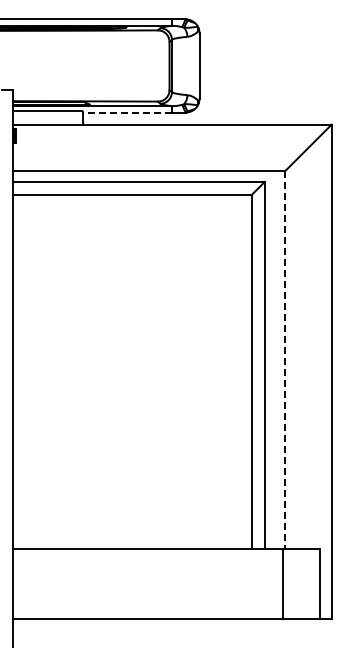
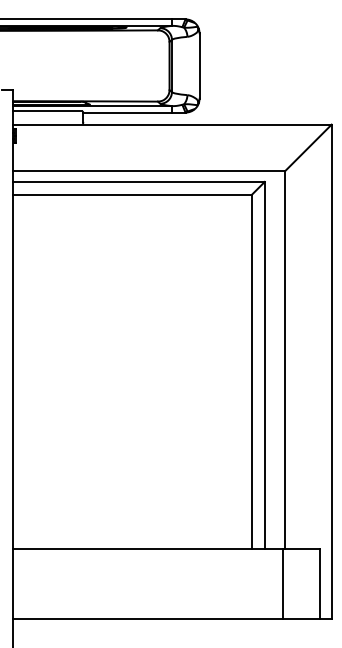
line at (127, 112): dashed -> solid
line at (285, 360): dashed -> solid
